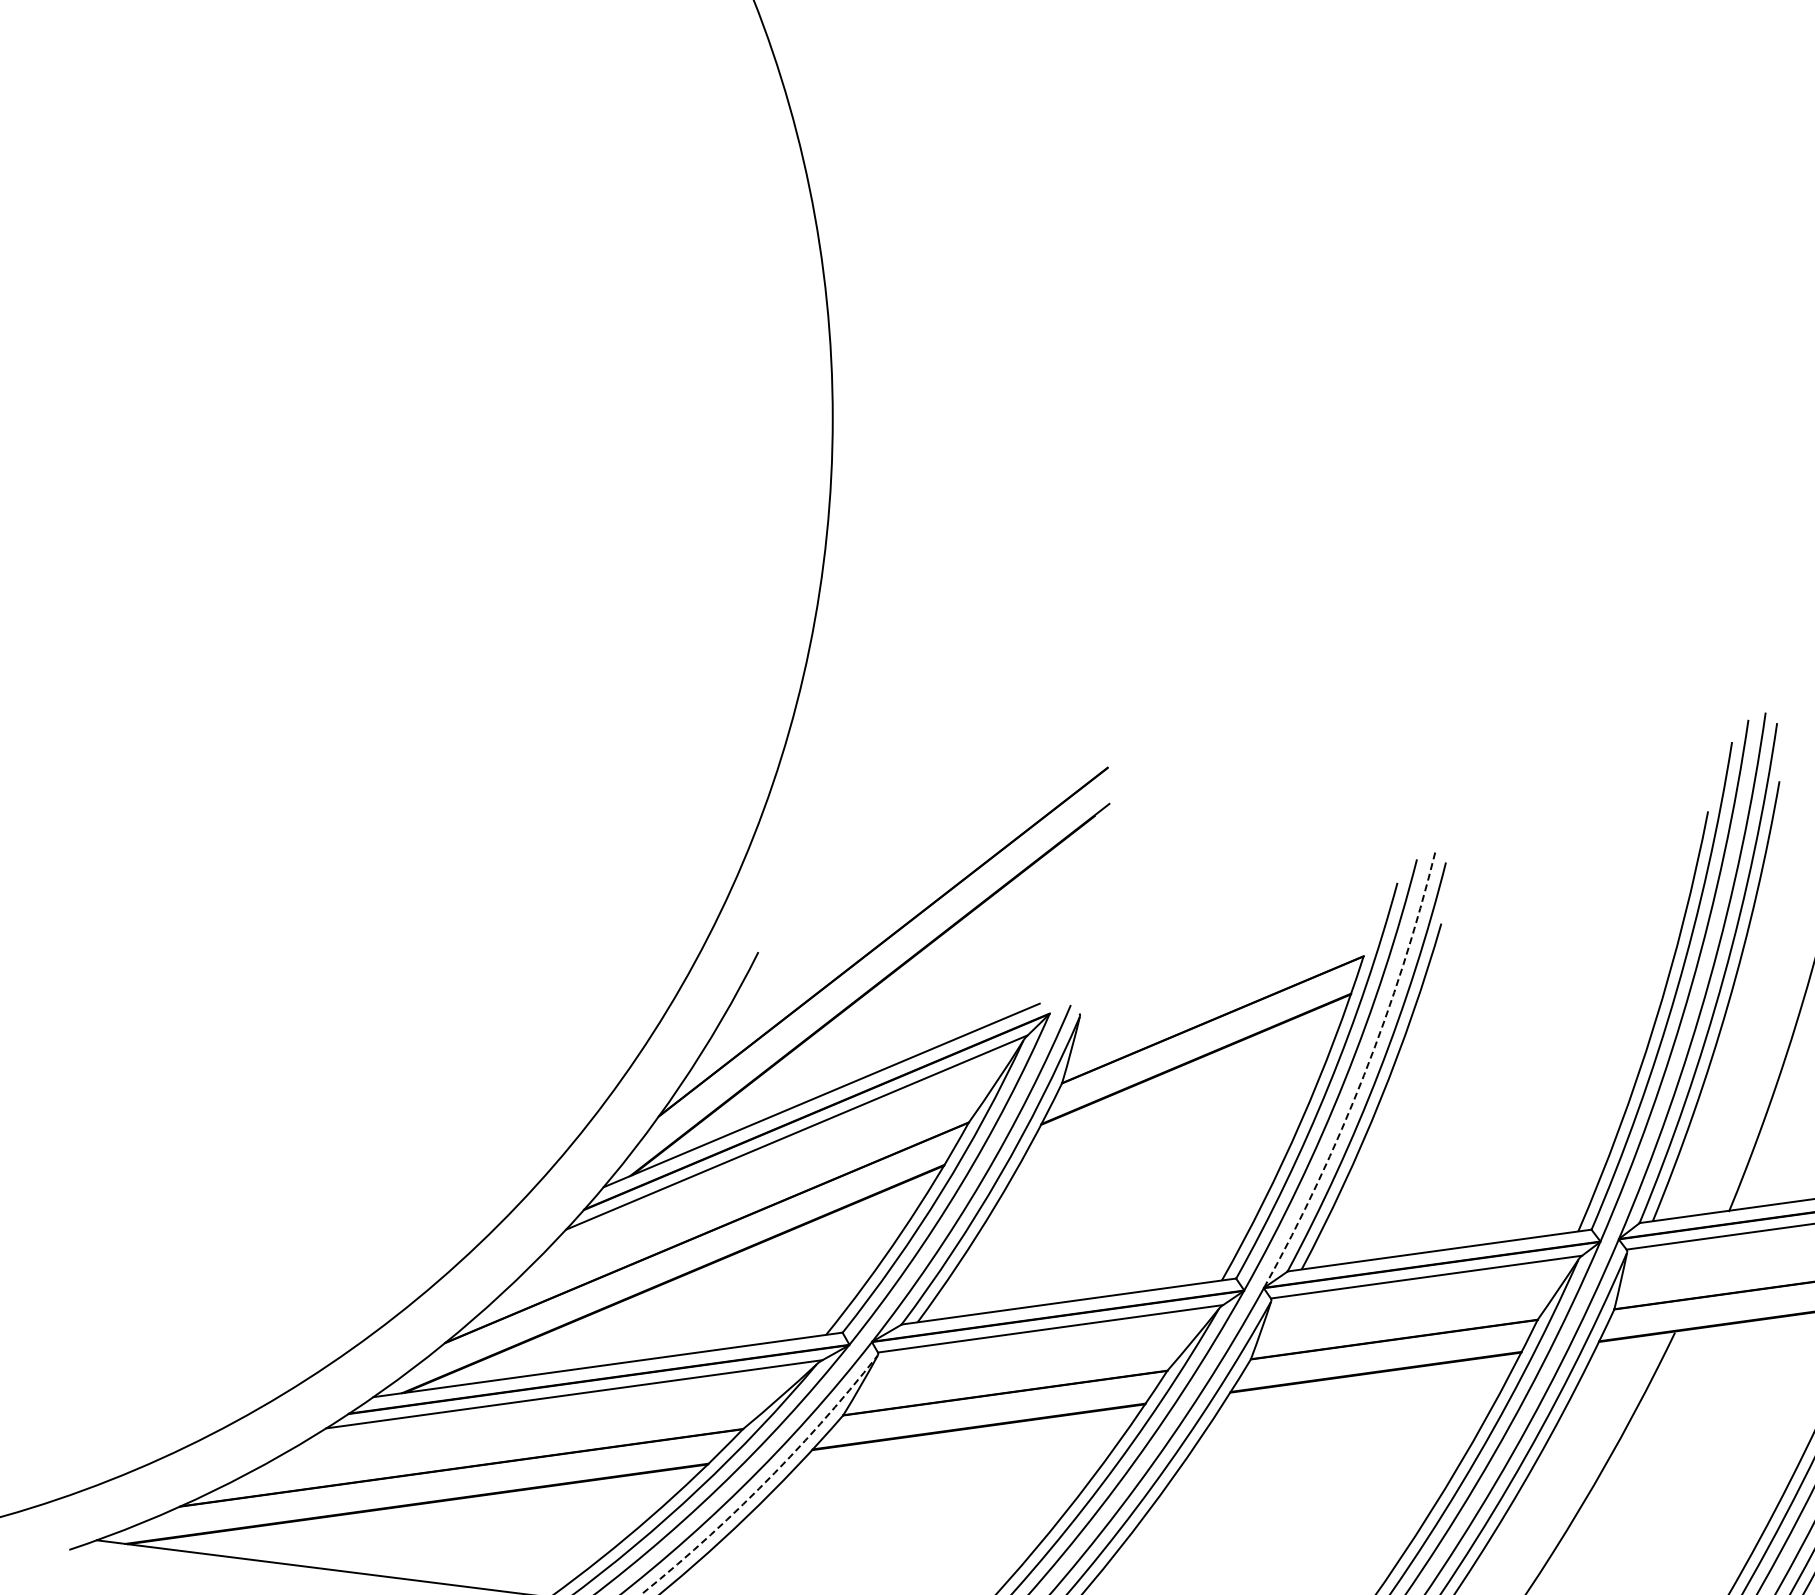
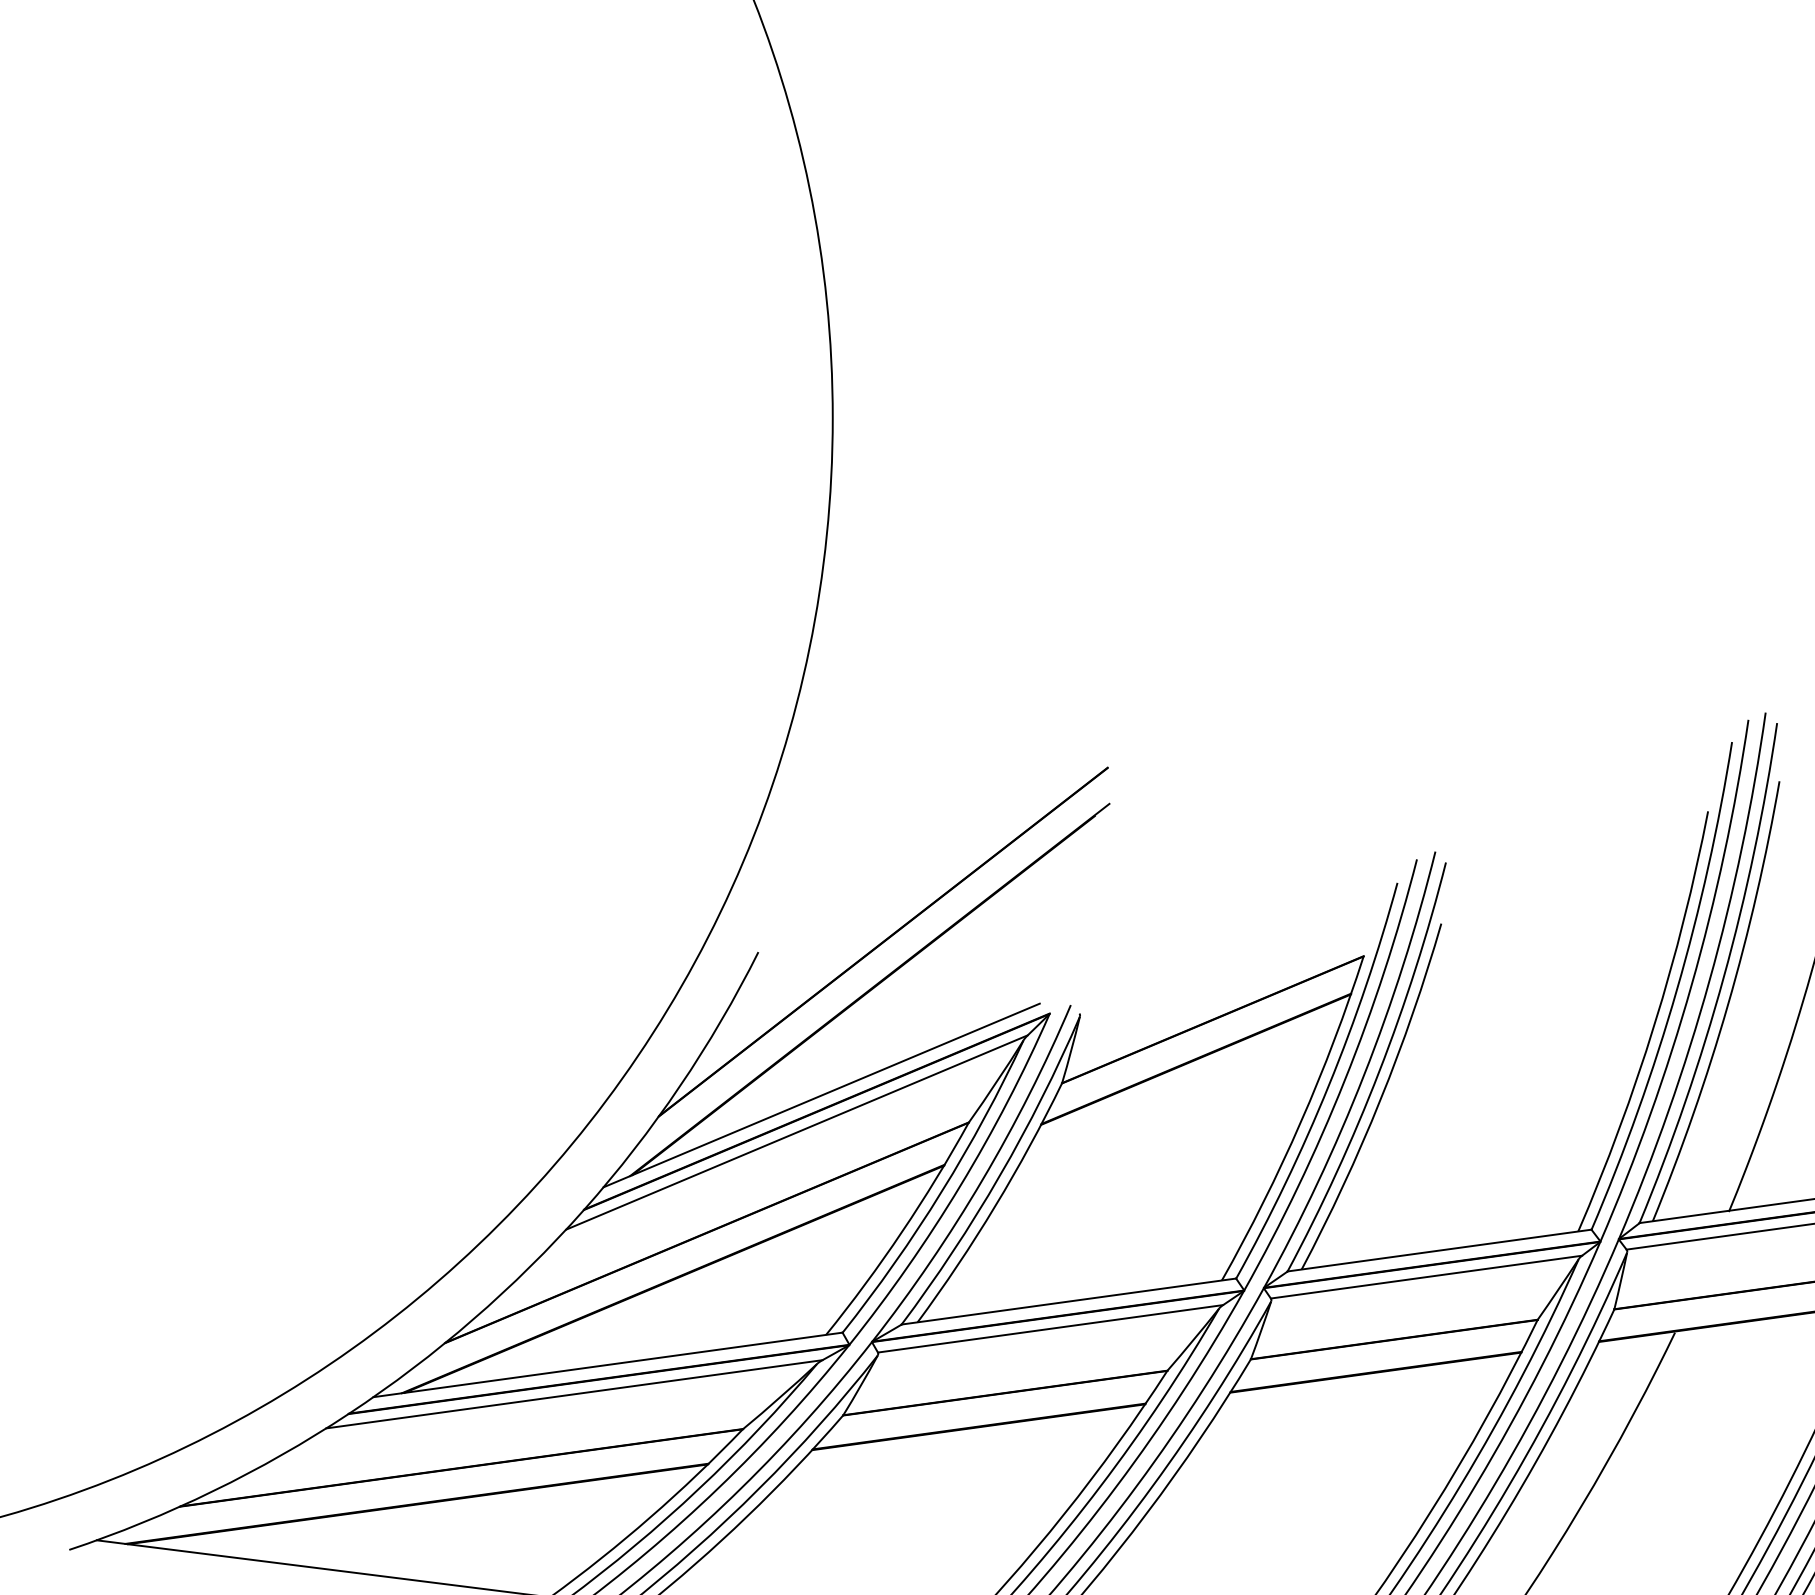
arc at (1364, 1075): dashed -> solid
arc at (765, 1481): dashed -> solid
